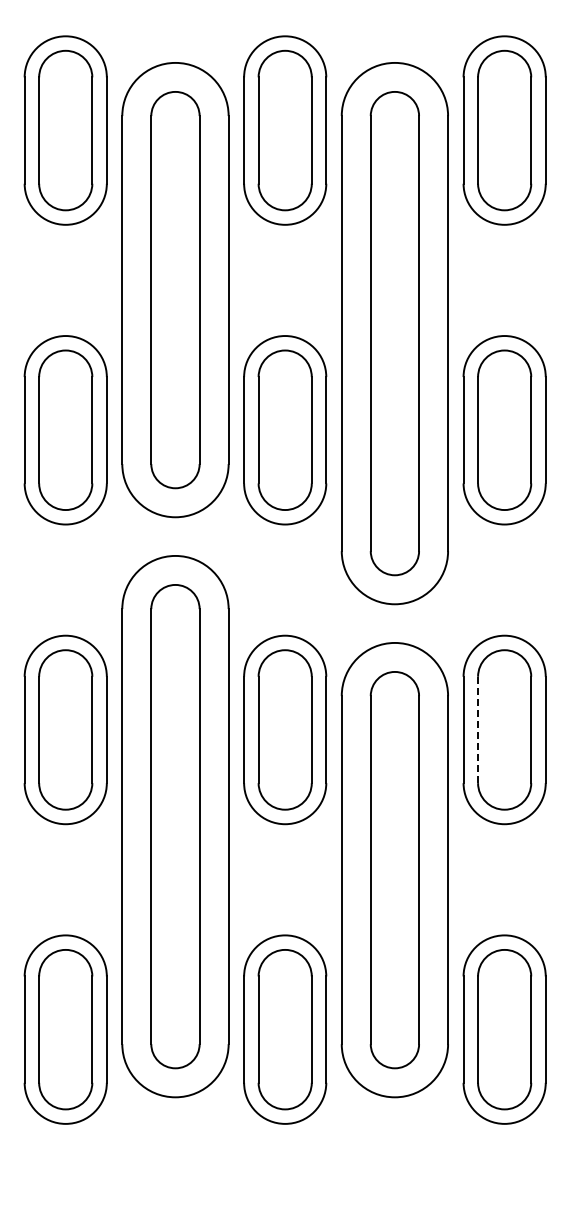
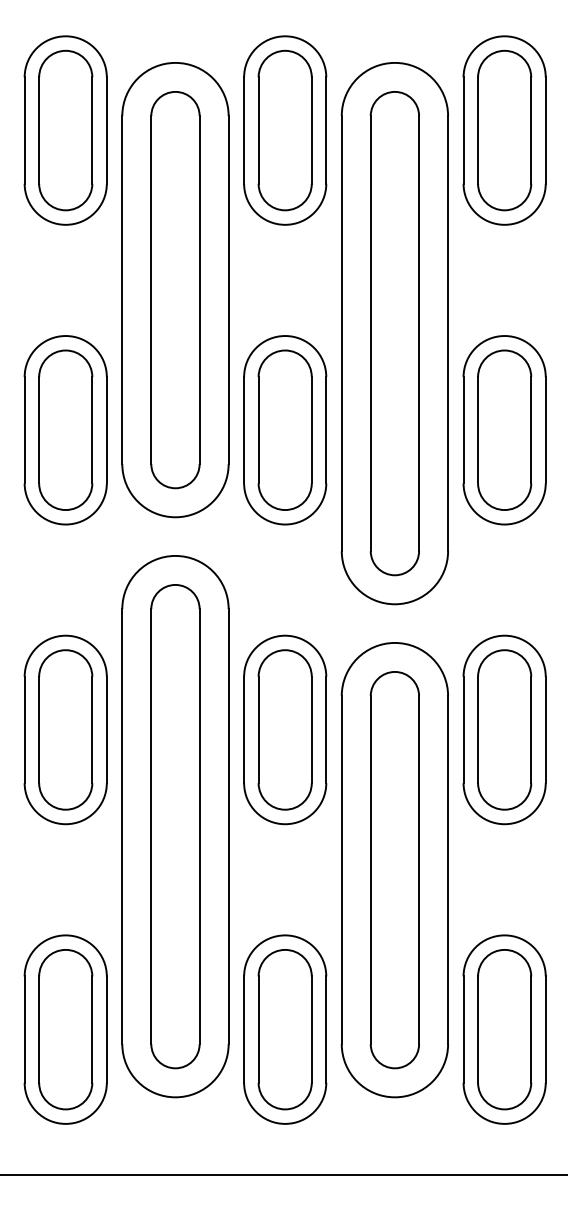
line at (478, 729): dashed -> solid
line at (283, 1174): none -> present
